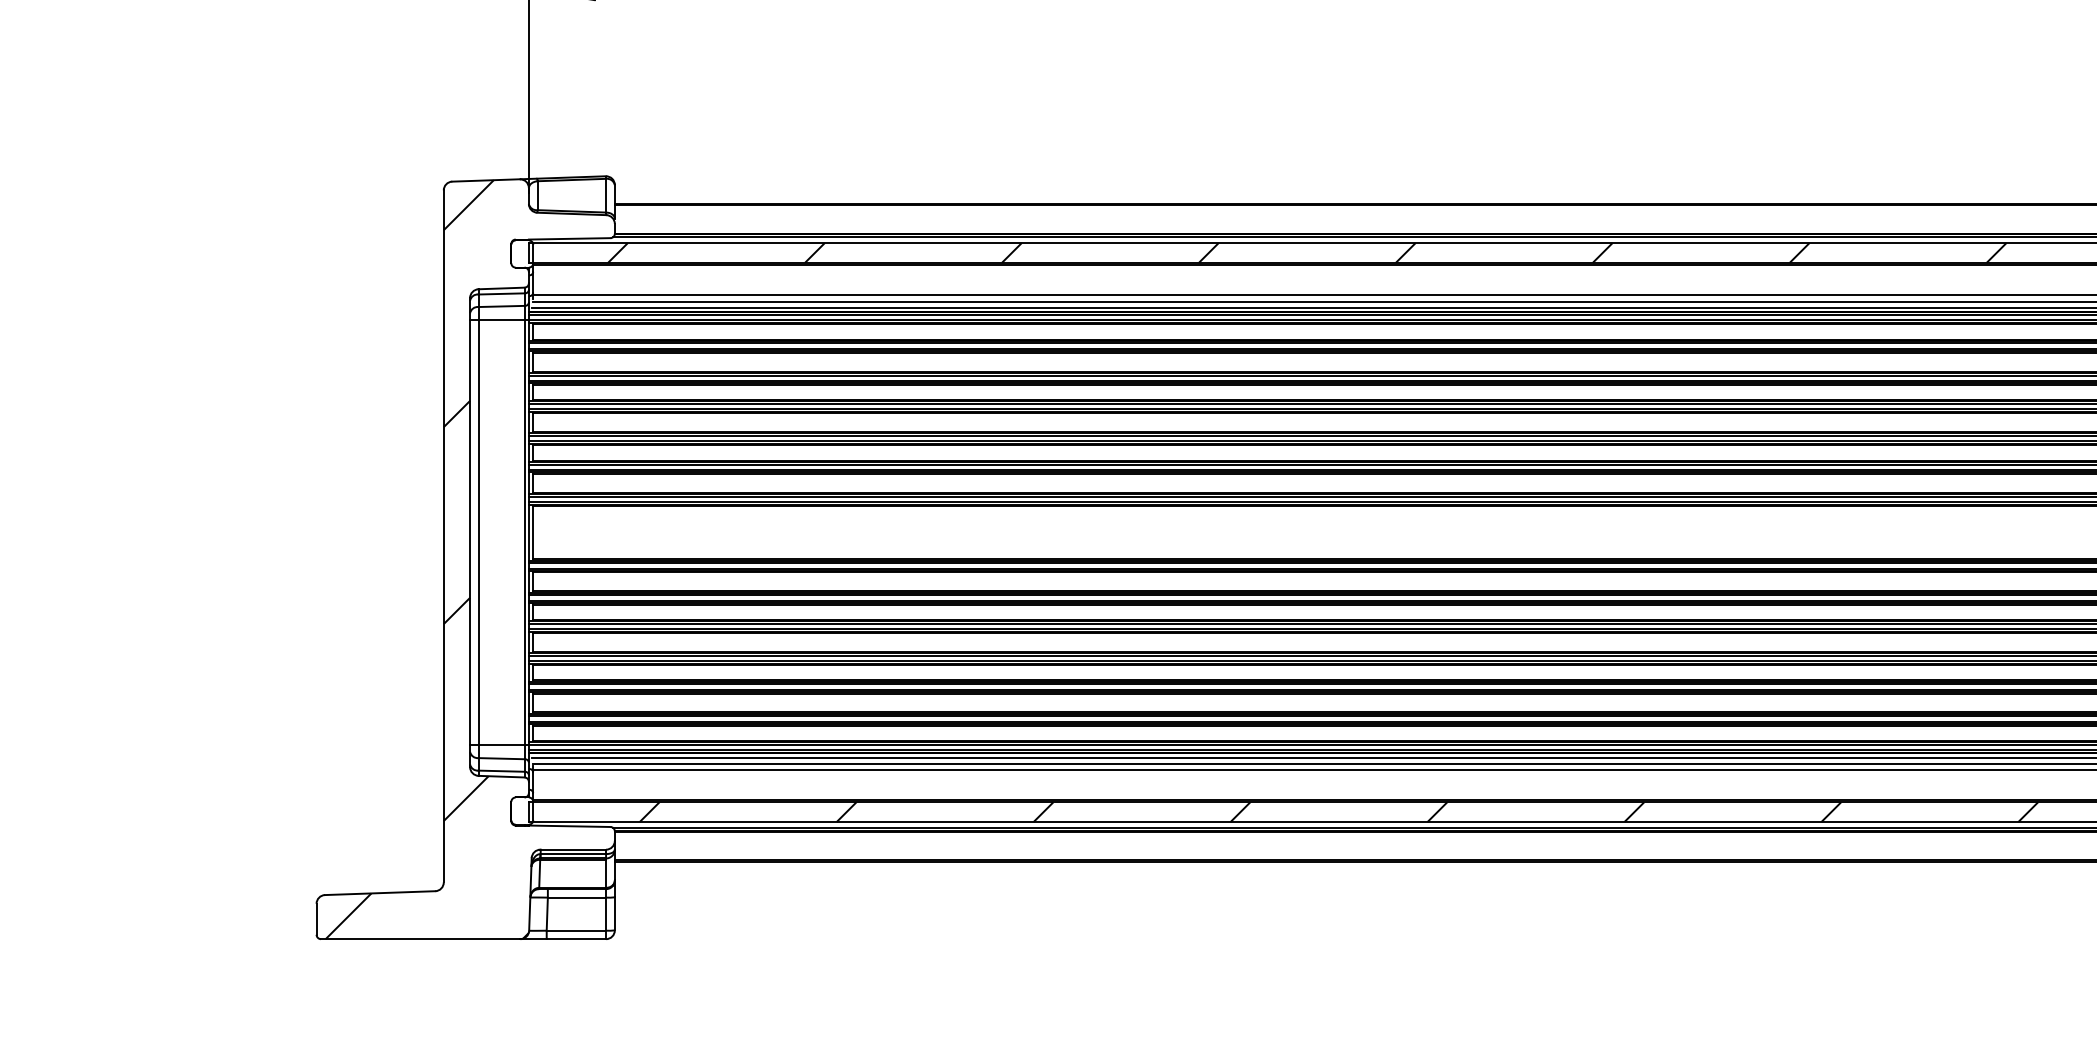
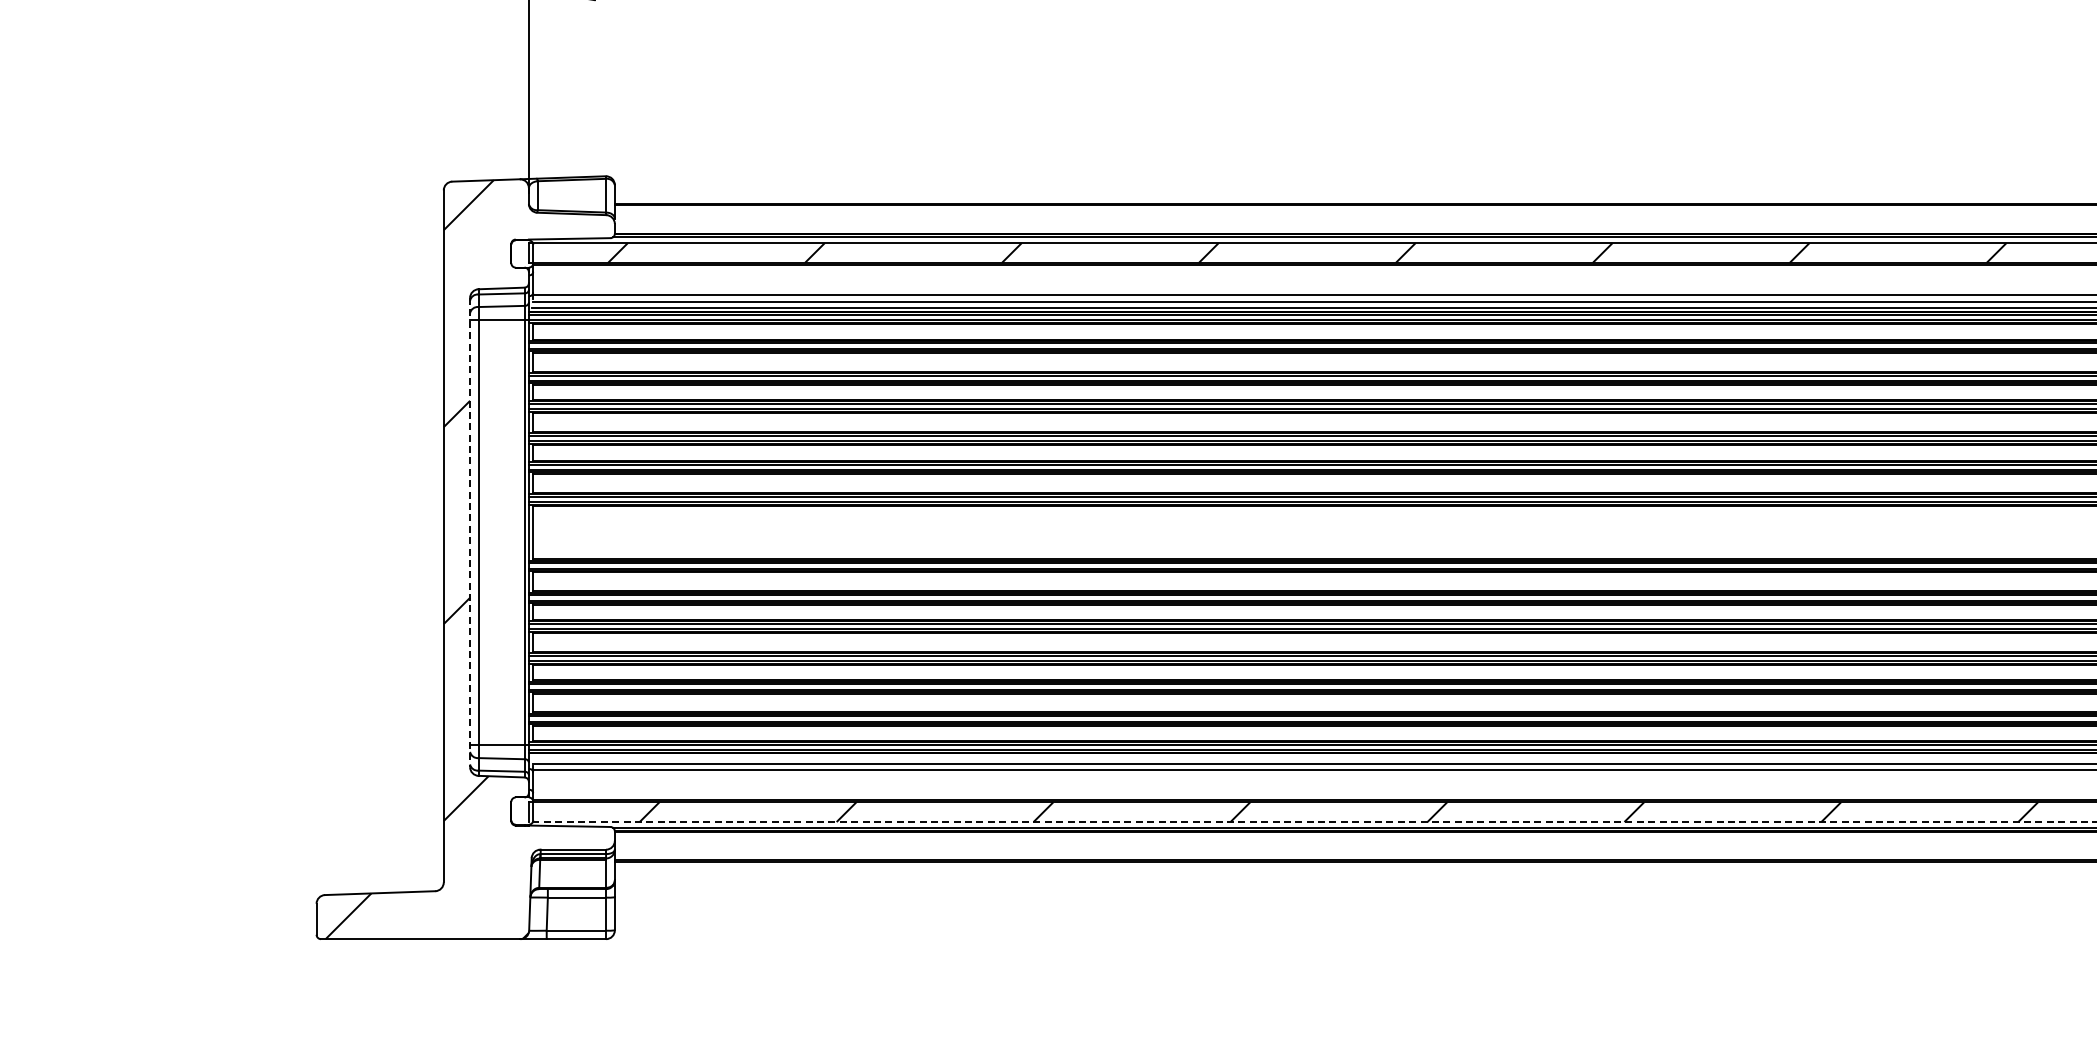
line at (470, 532): solid -> dashed
line at (1312, 757): present -> none
line at (1312, 822): solid -> dashed
